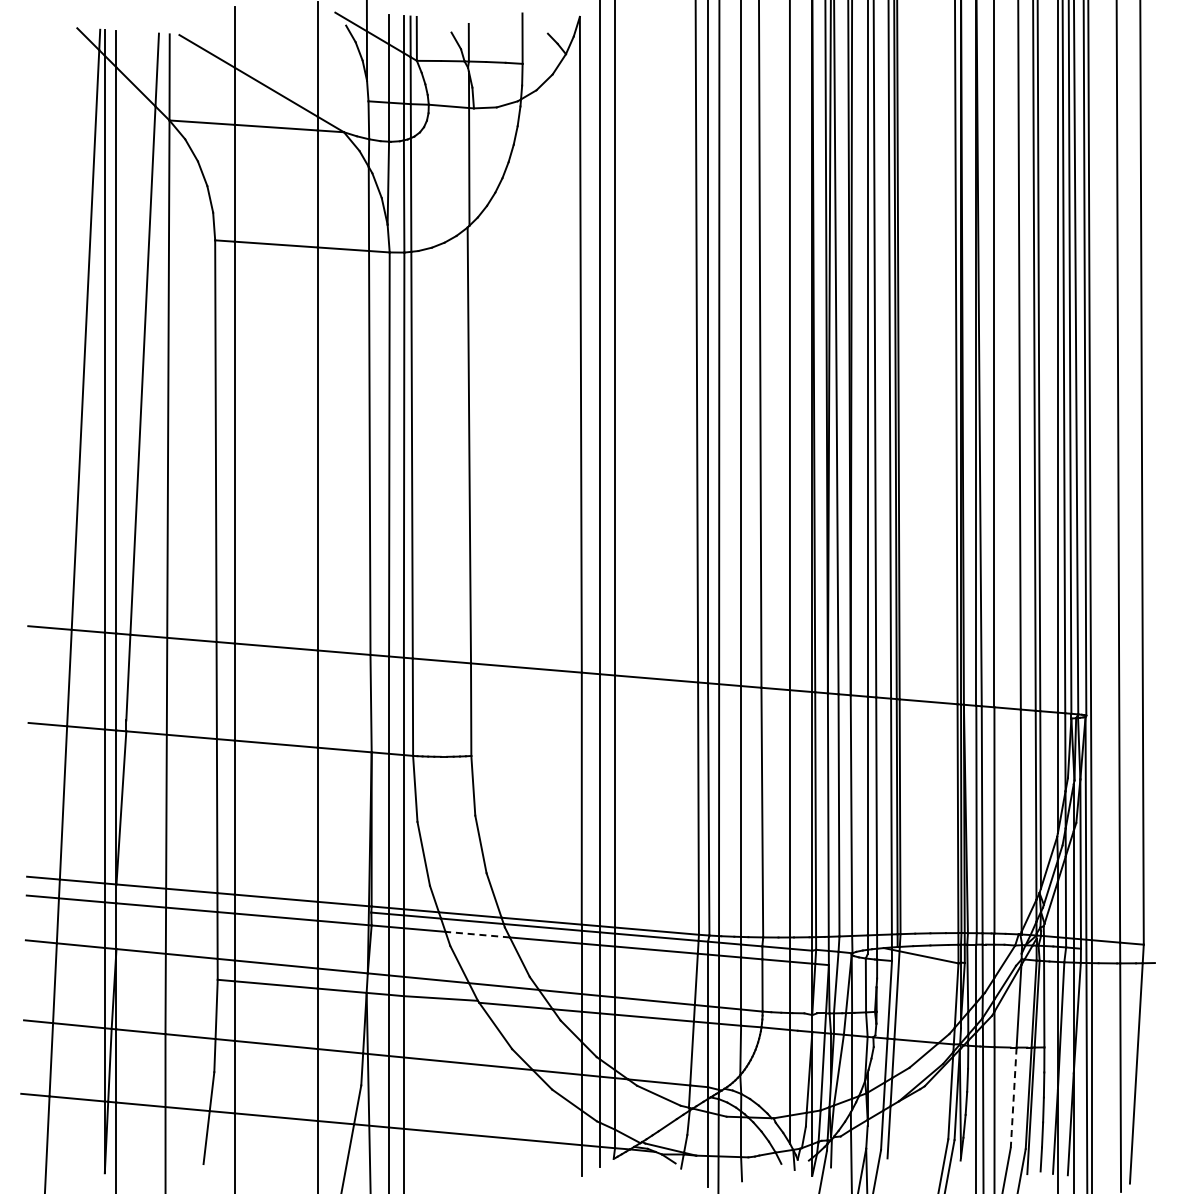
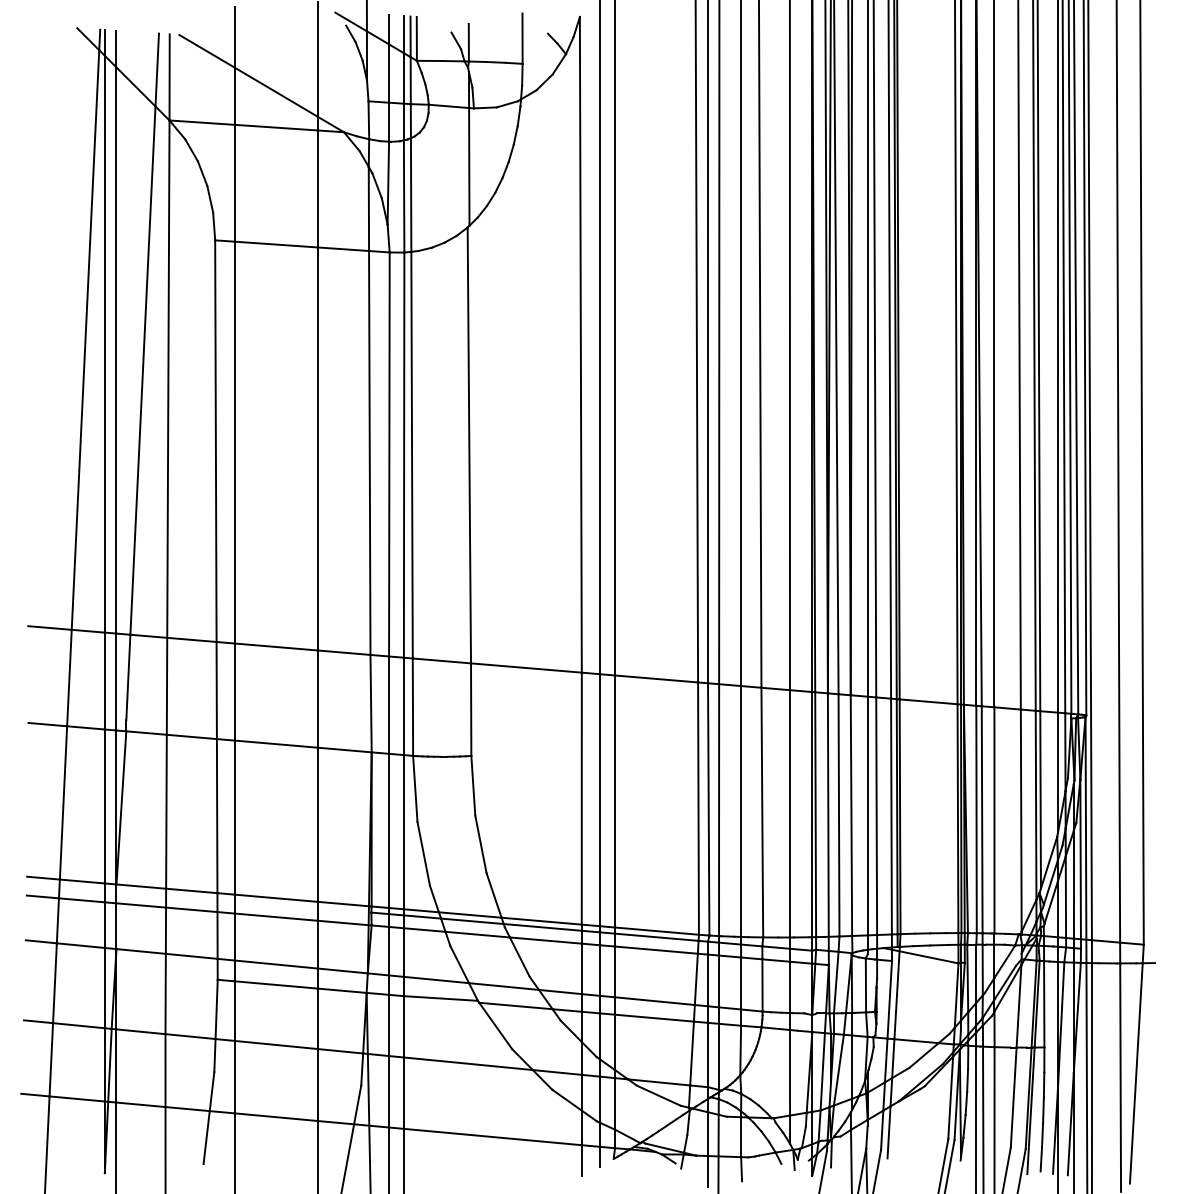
line at (477, 934): dashed -> solid
line at (1013, 1098): dashed -> solid
